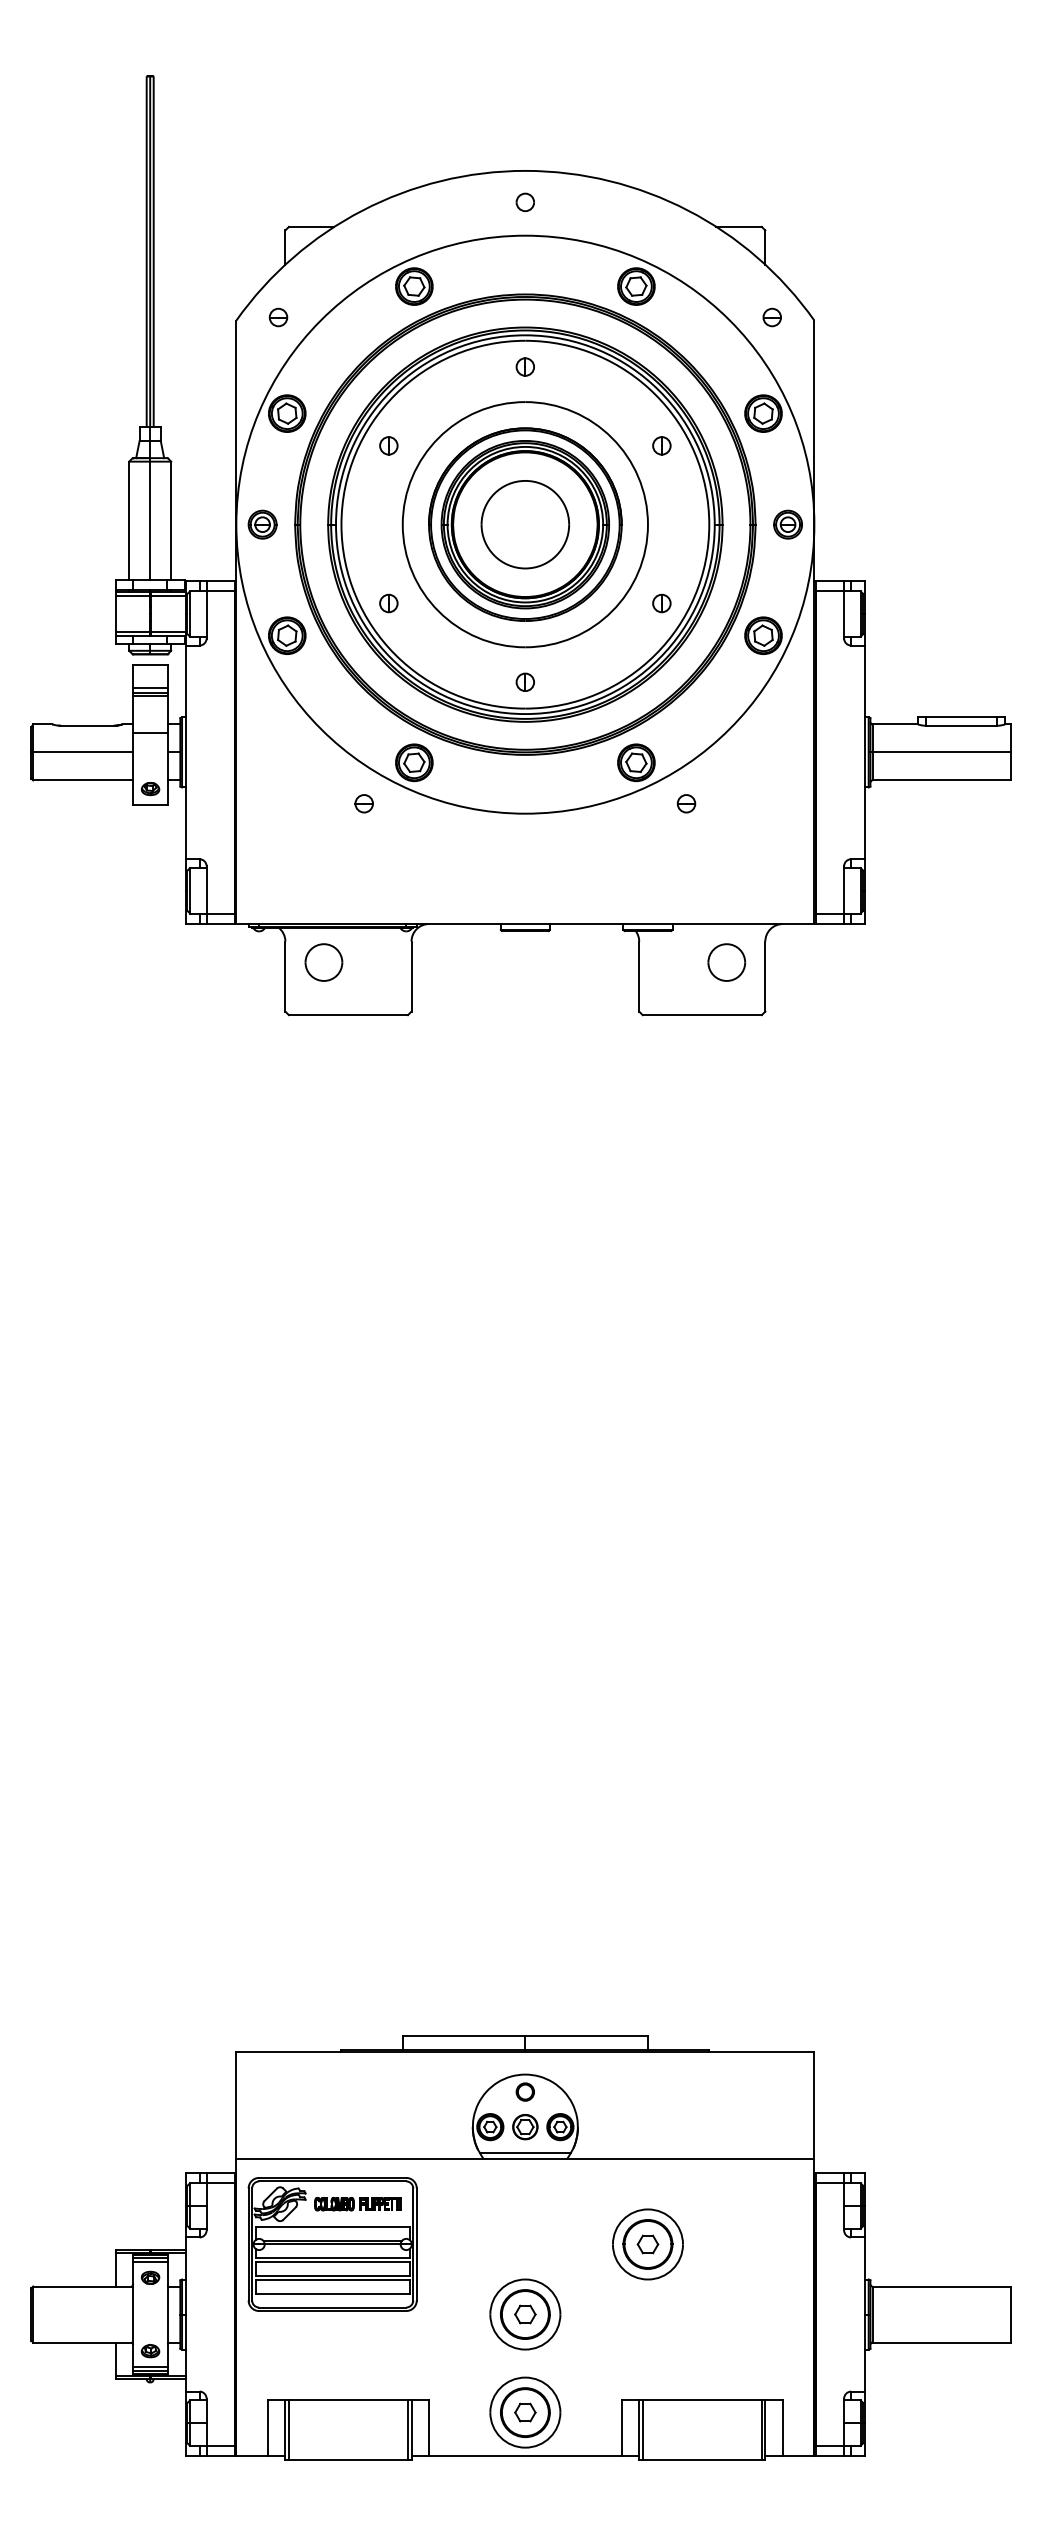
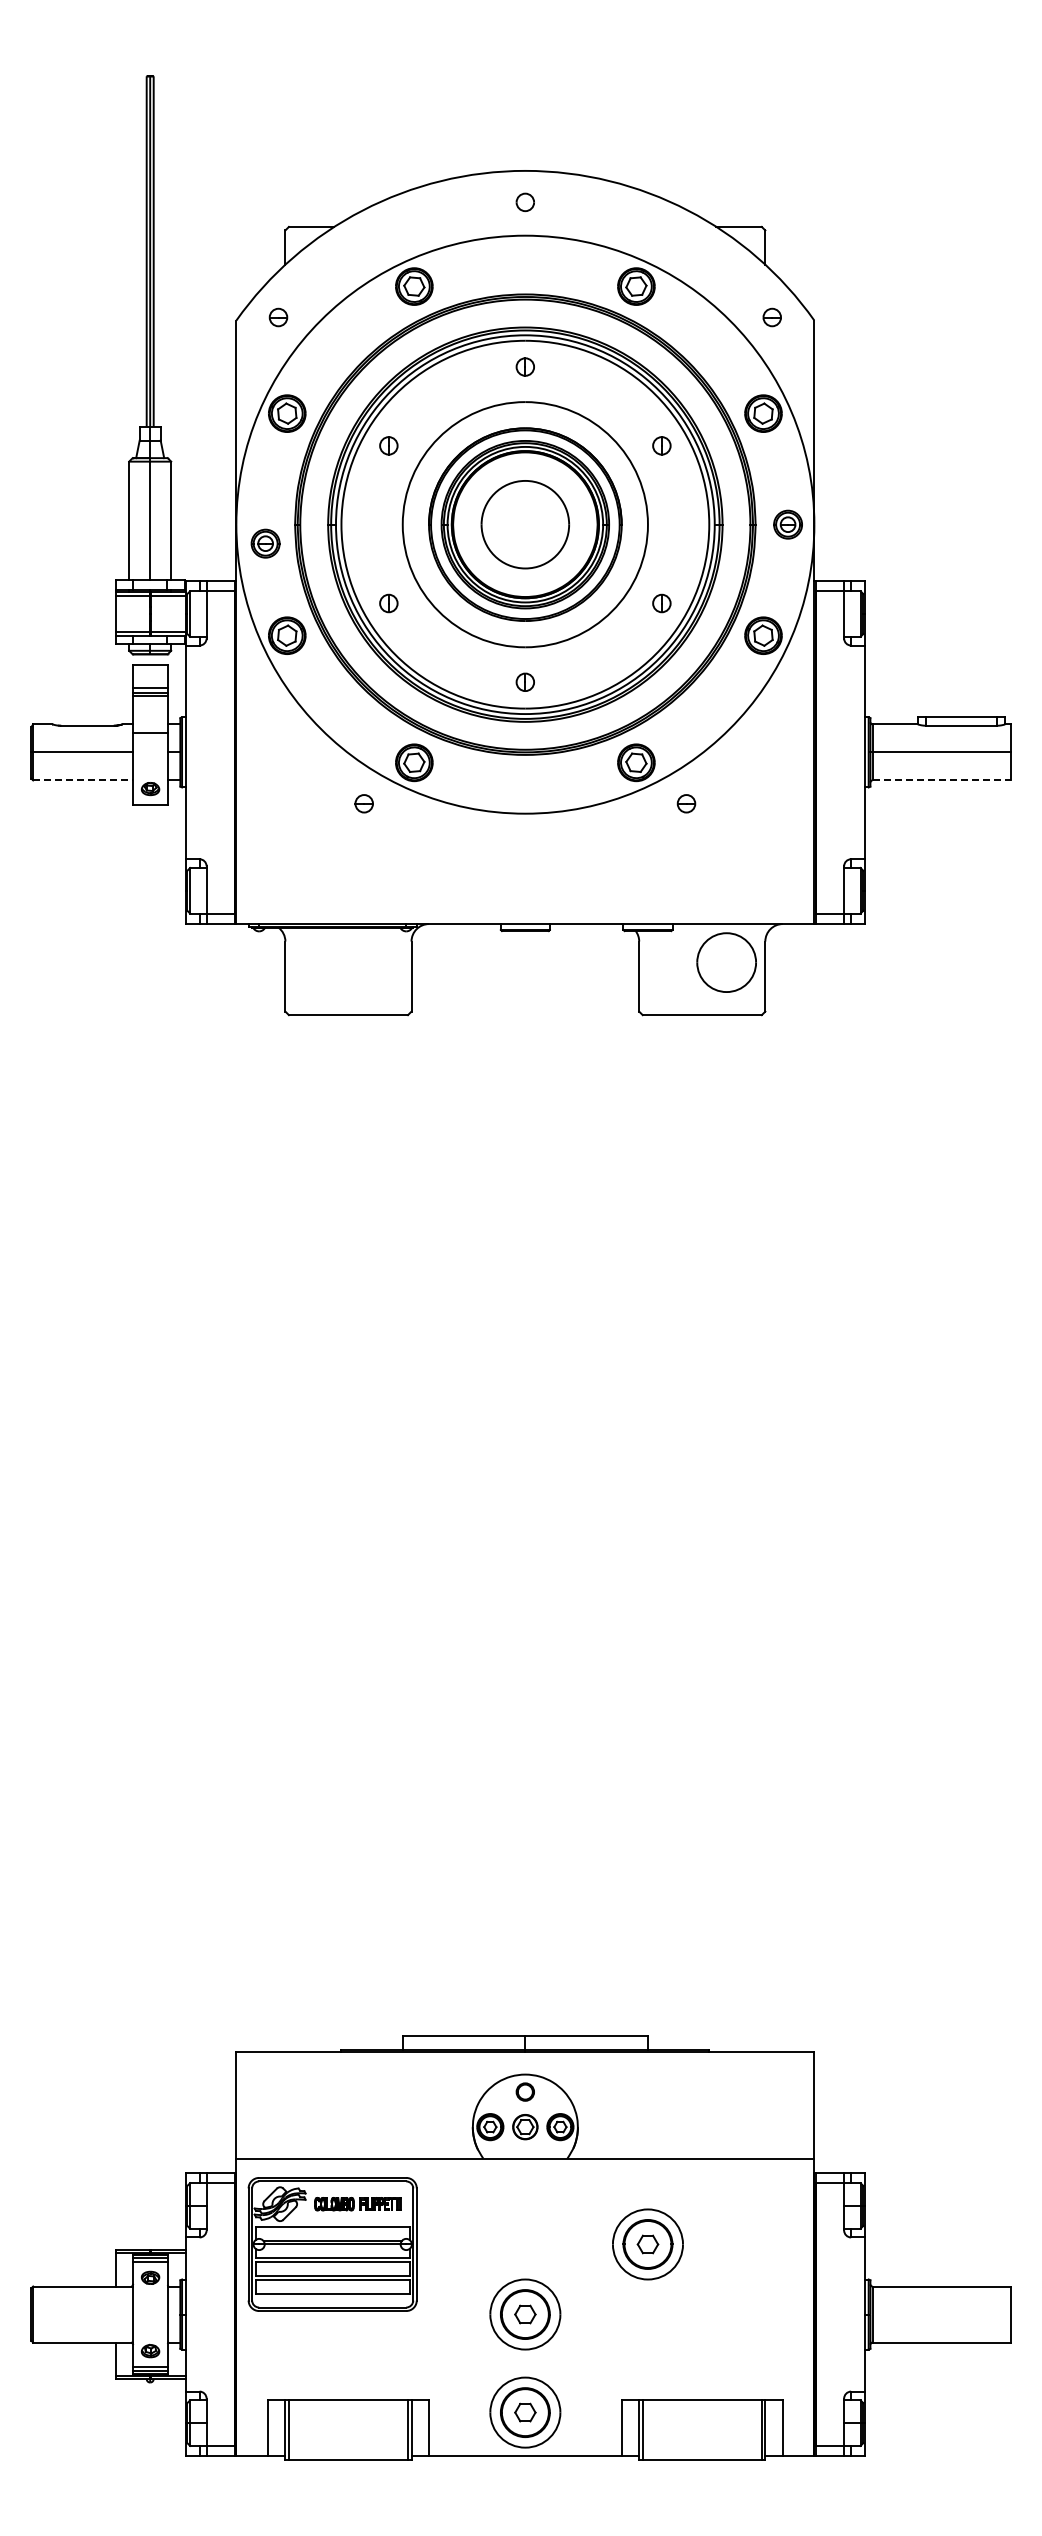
part at (262, 524) position: (262, 524) -> (265, 543)
line at (83, 780): solid -> dashed
line at (942, 780): solid -> dashed
part at (323, 962): present -> none
part at (726, 962) size: 40x39 px -> 61x61 px
line at (524, 2153): present -> none
